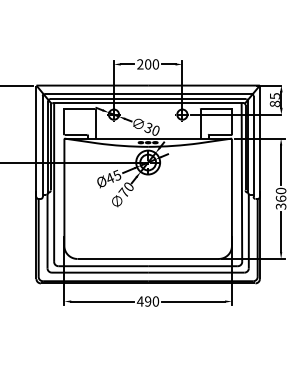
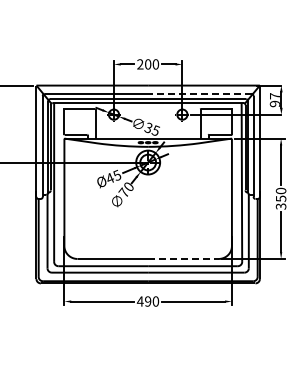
line at (199, 93): solid -> dashed
text at (274, 100): 85 -> 97
text at (155, 130): 30 -> 35
text at (280, 198): 360 -> 350
line at (183, 258): solid -> dashed
